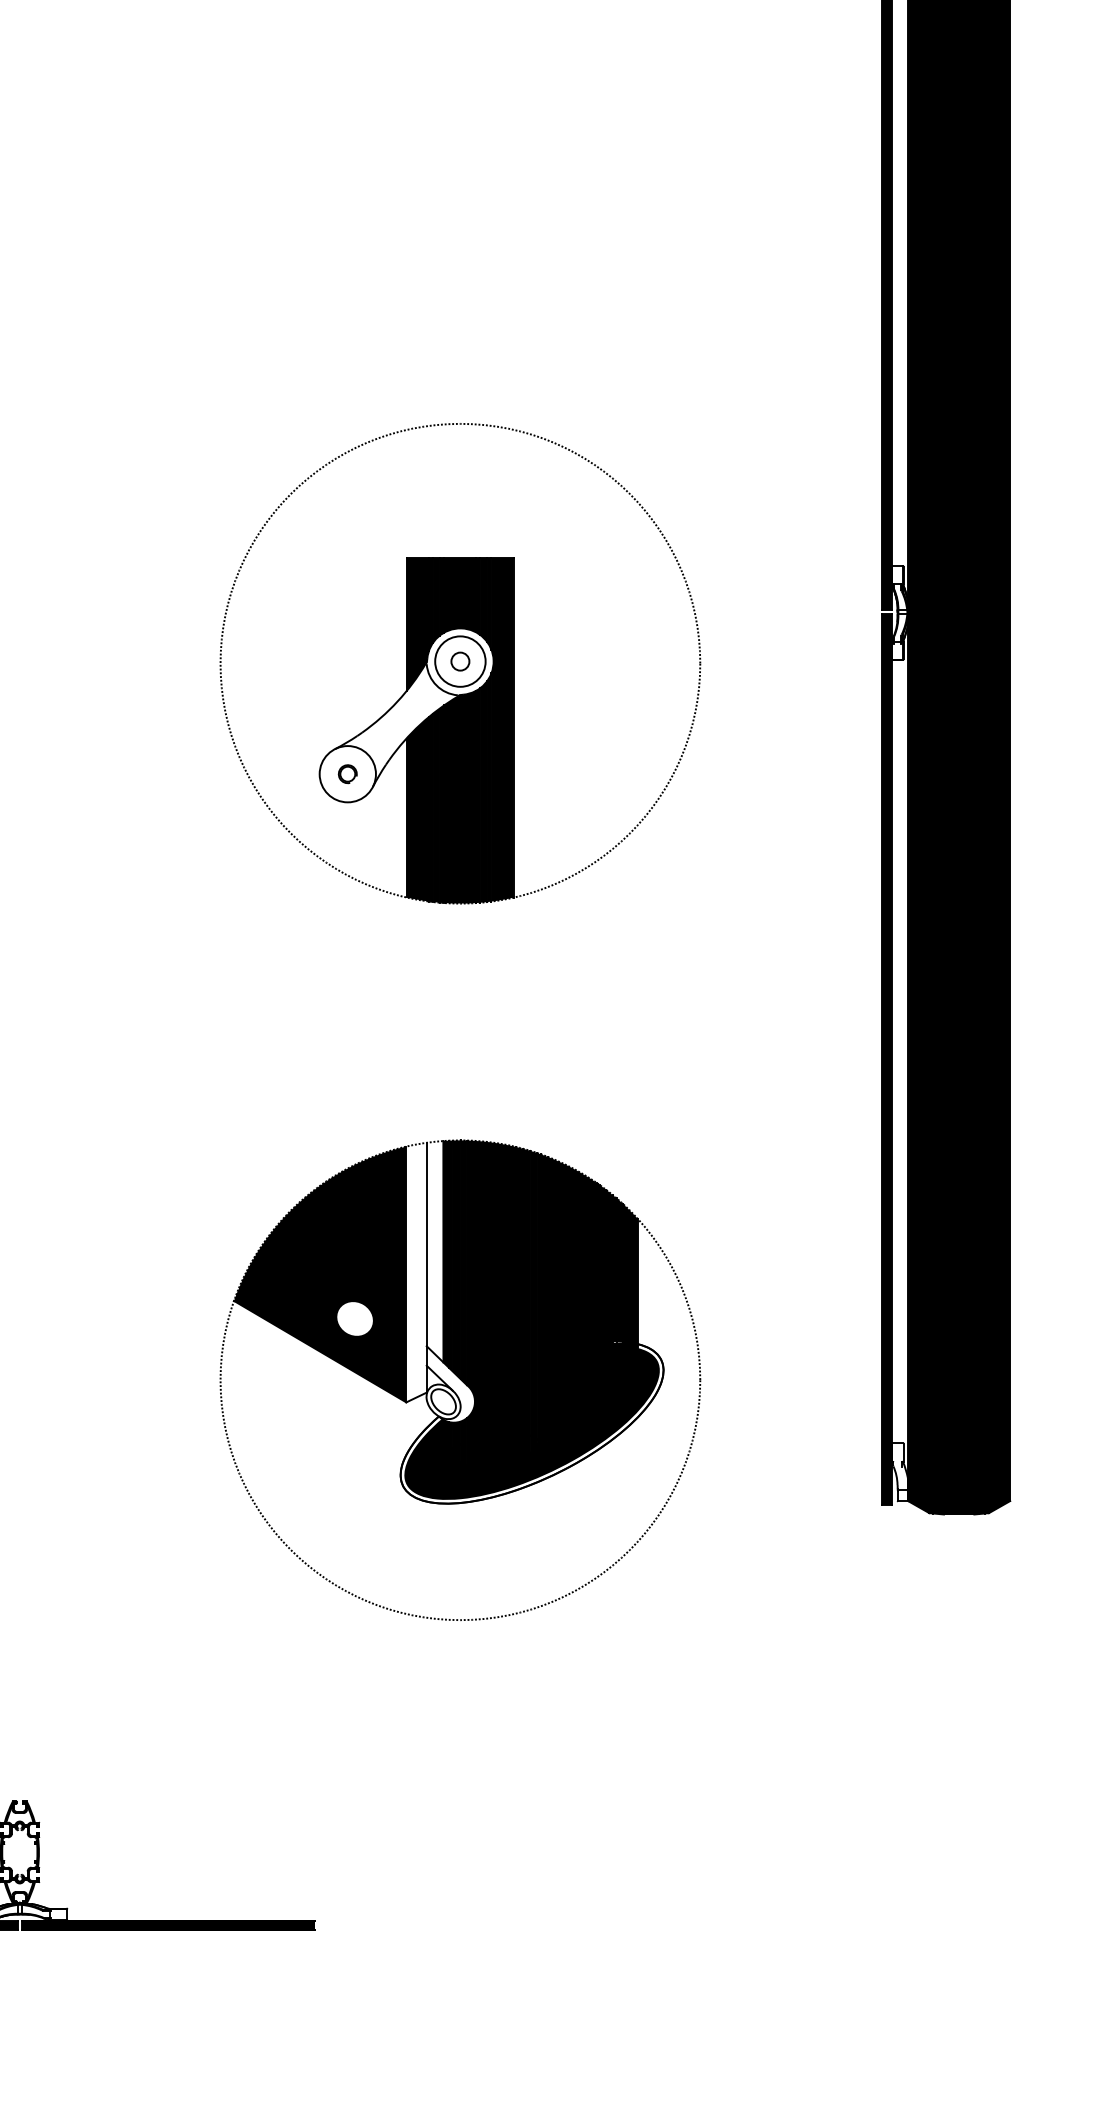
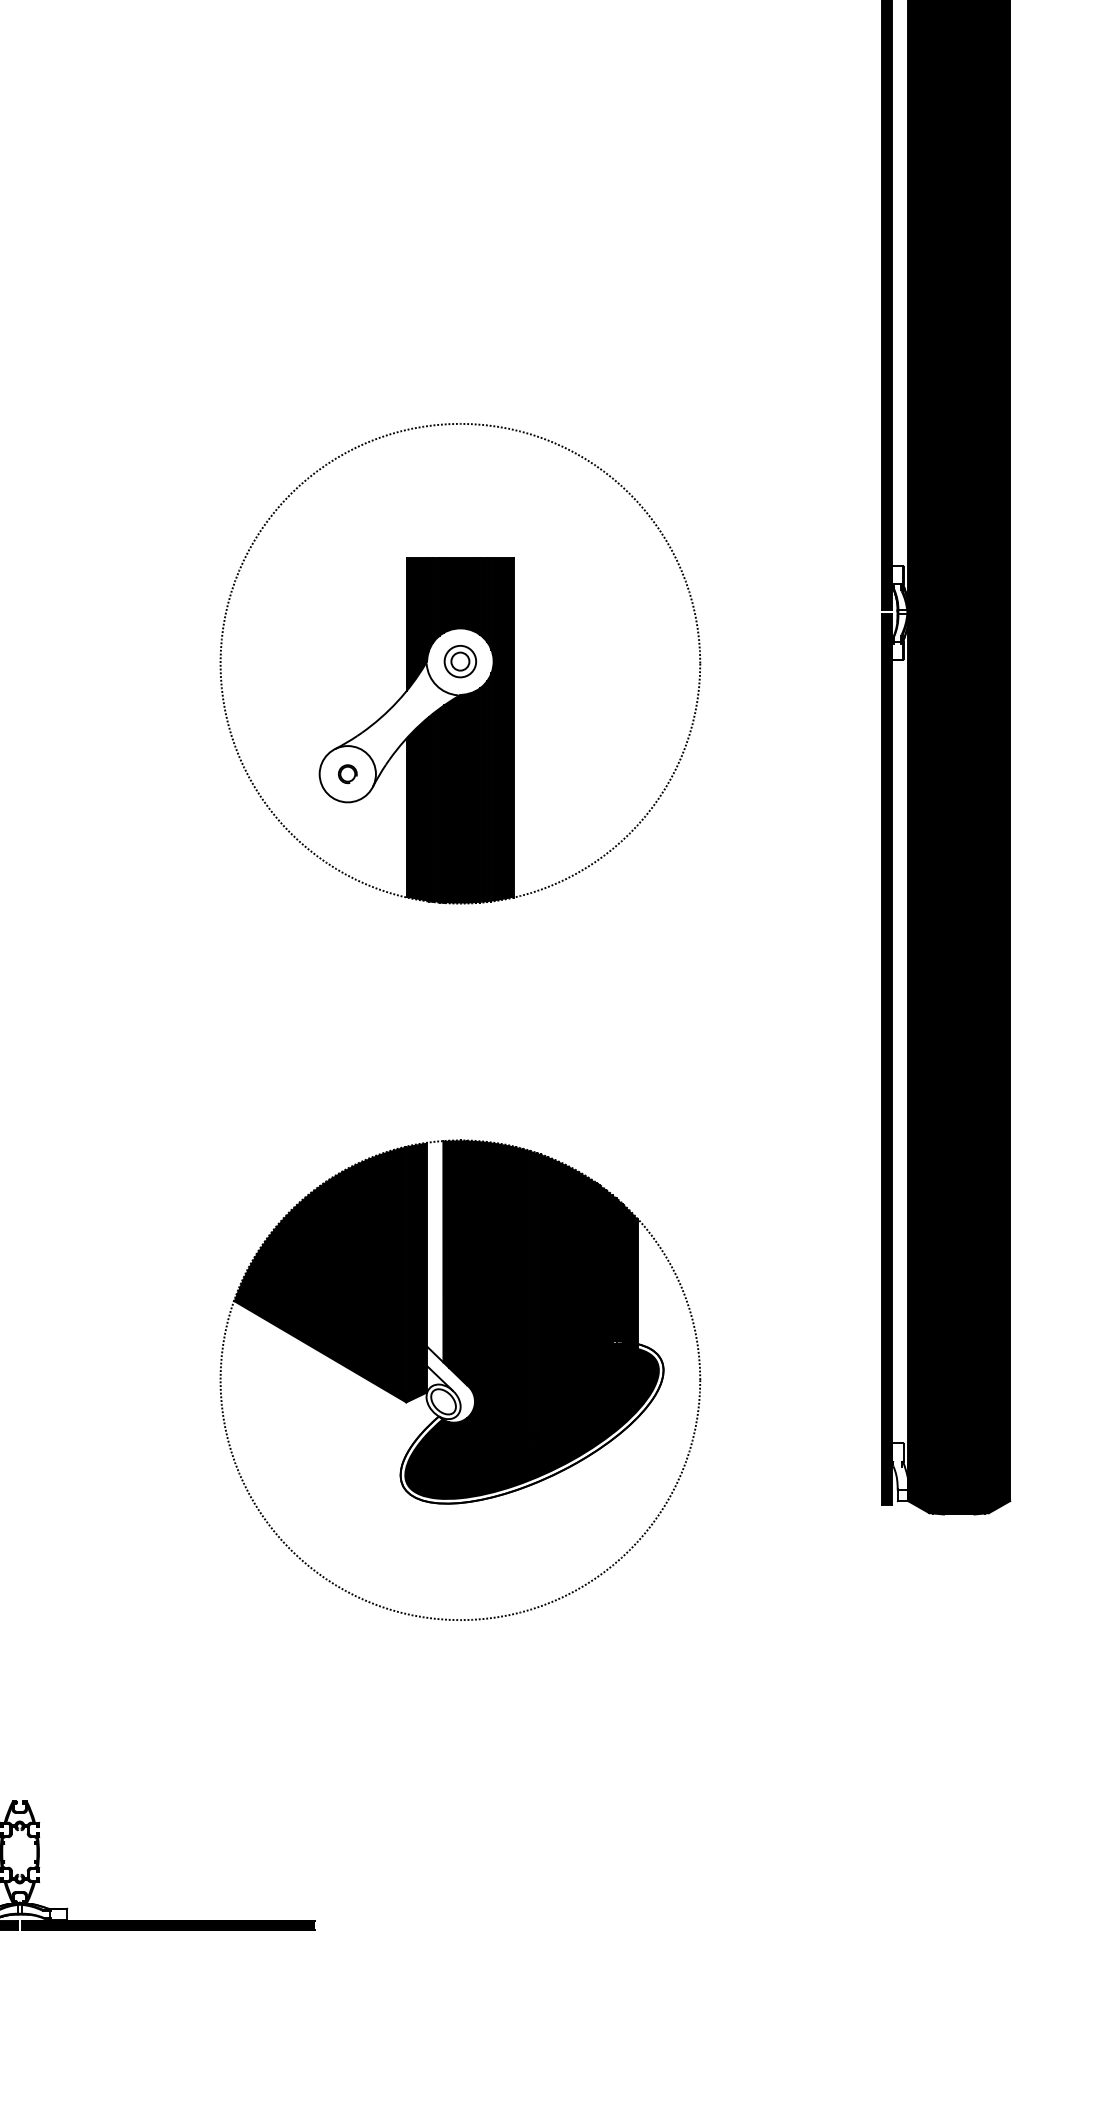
circle at (460, 661) diameter: 50 px -> 32 px
fill at (416, 1272): none -> present
fill at (354, 1318): none -> present
